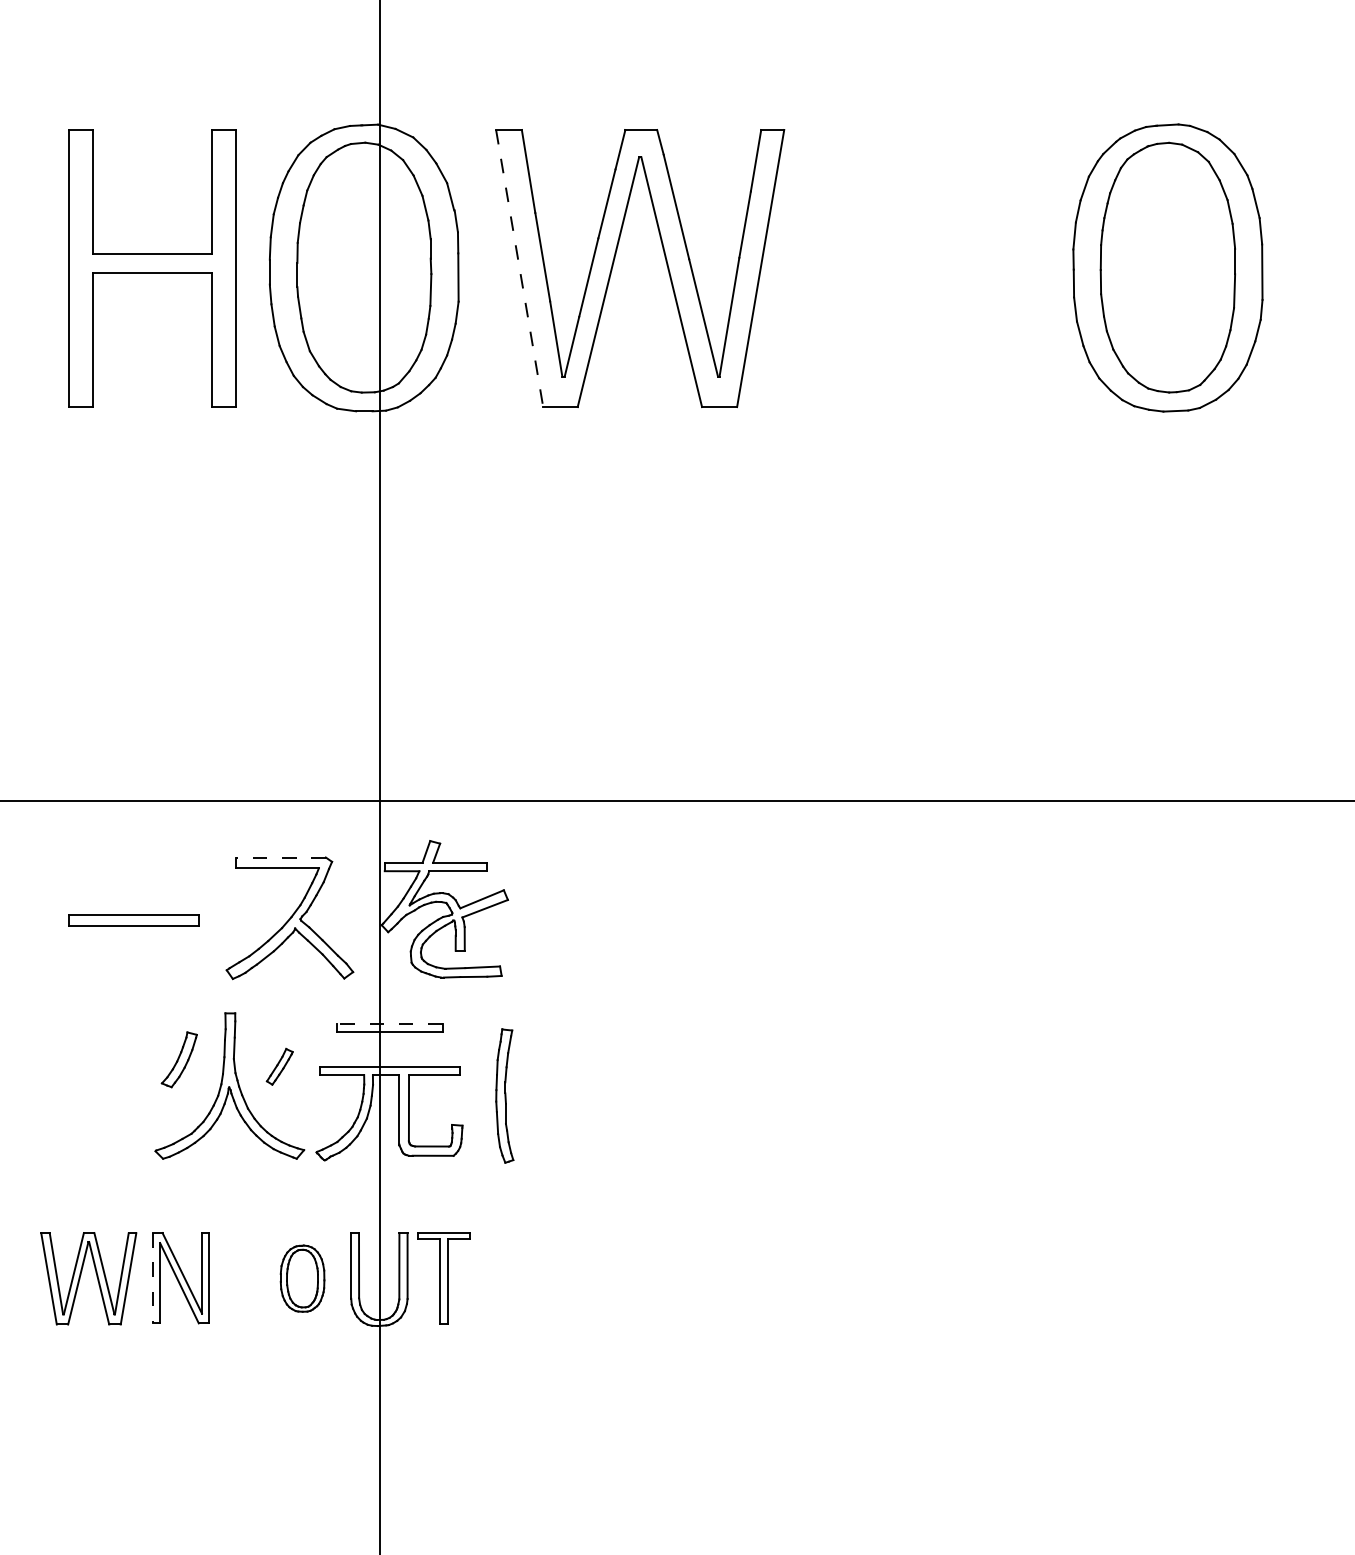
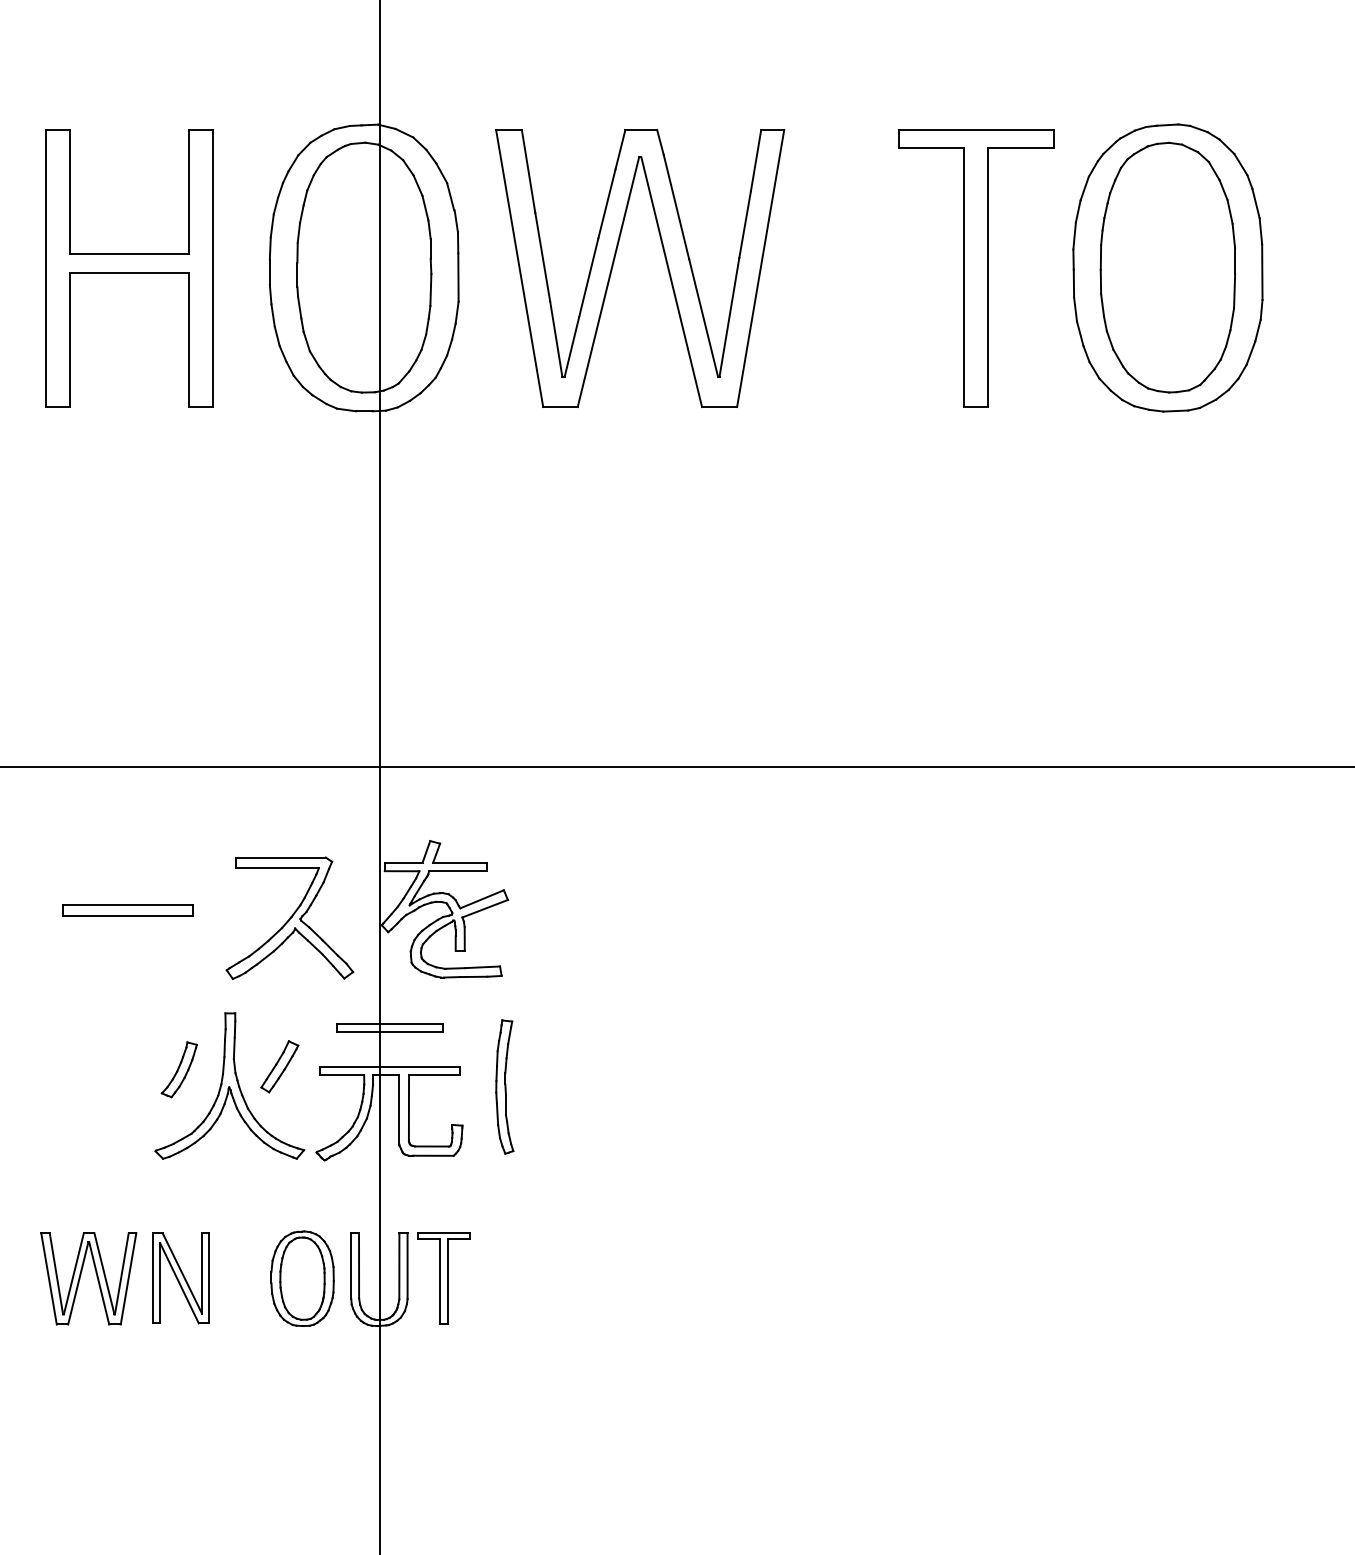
part at (152, 268) position: (152, 268) -> (129, 268)
line at (519, 268): dashed -> solid
part at (976, 268): none -> present
line at (676, 800) position: (676, 800) -> (676, 766)
line at (280, 857): dashed -> solid
part at (133, 920) position: (133, 920) -> (127, 910)
line at (389, 1023): dashed -> solid
part at (178, 1059) position: (178, 1059) -> (178, 1069)
part at (279, 1066) size: 29x39 px -> 40x54 px
part at (504, 1095) position: (504, 1095) -> (504, 1086)
line at (152, 1278): dashed -> solid
part at (302, 1278) size: 47x69 px -> 65x97 px
